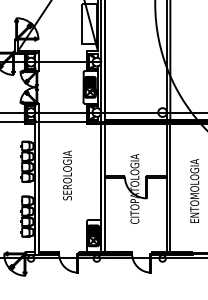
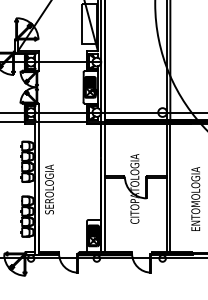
text at (67, 175) position: (67, 175) -> (49, 189)
text at (194, 190) position: (194, 190) -> (195, 198)
